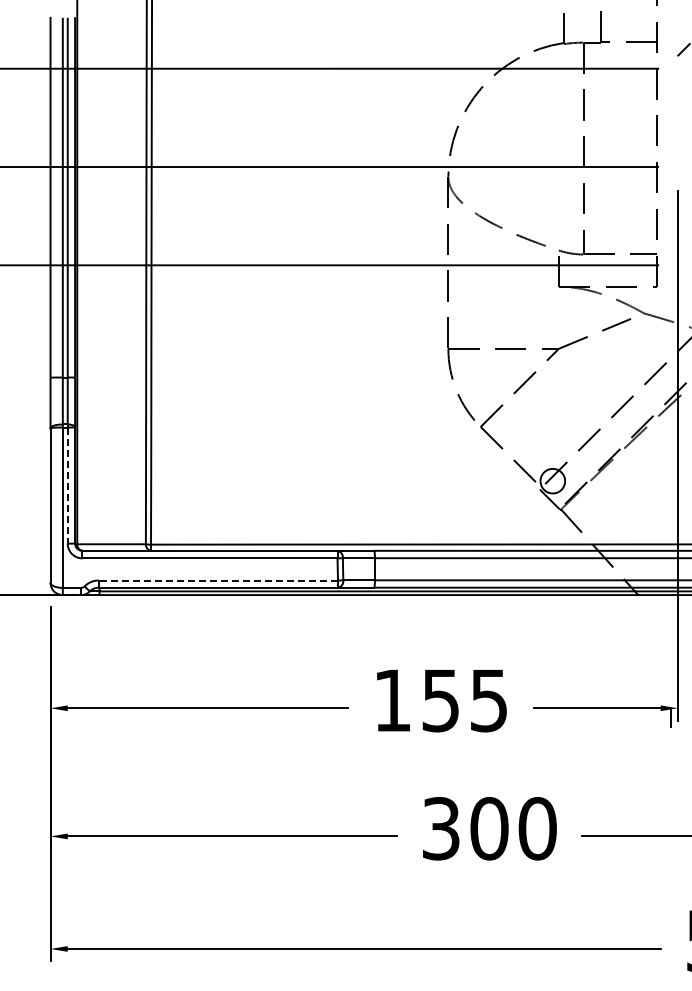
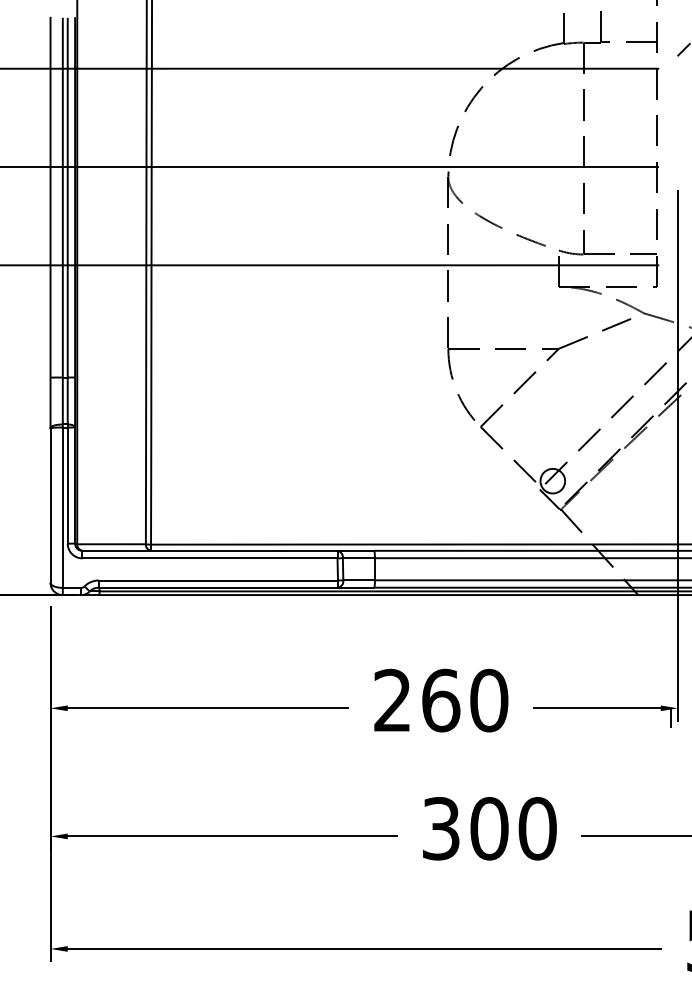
line at (67, 486): dashed -> solid
line at (218, 580): dashed -> solid
text at (441, 700): 155 -> 260
